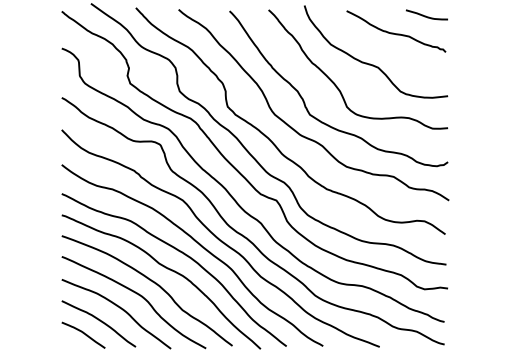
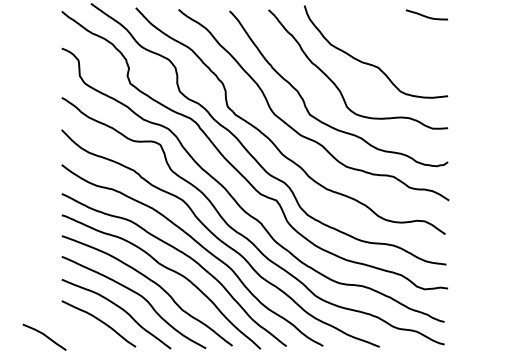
curve at (396, 33): present -> none
curve at (83, 333) position: (83, 333) -> (44, 335)
